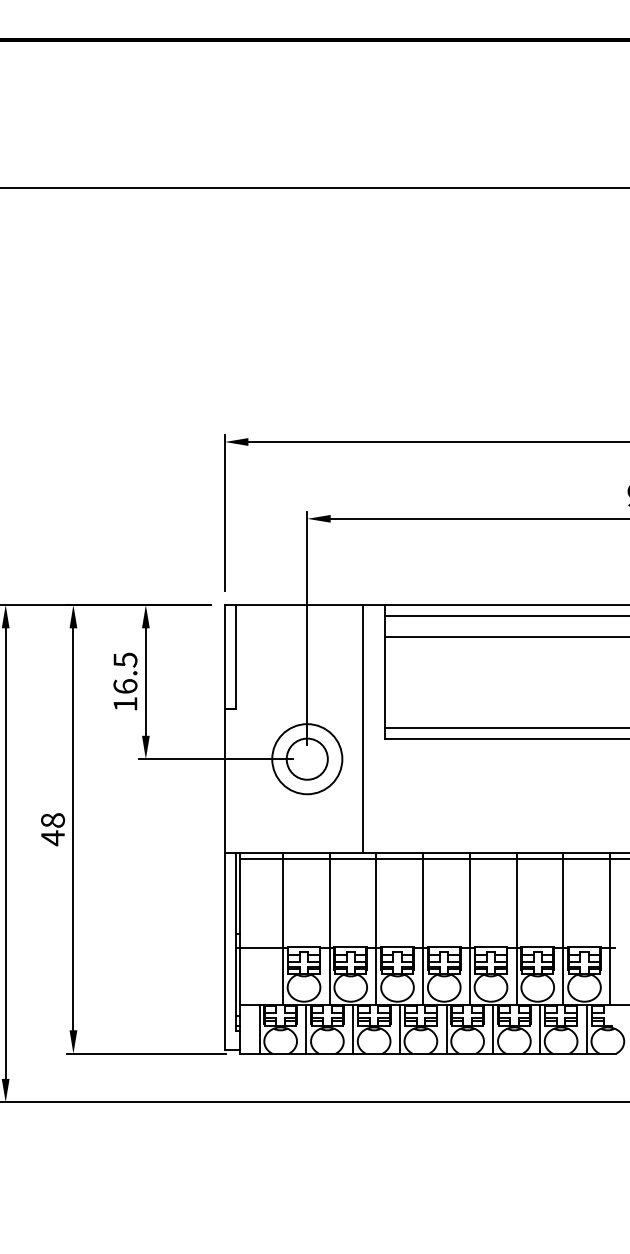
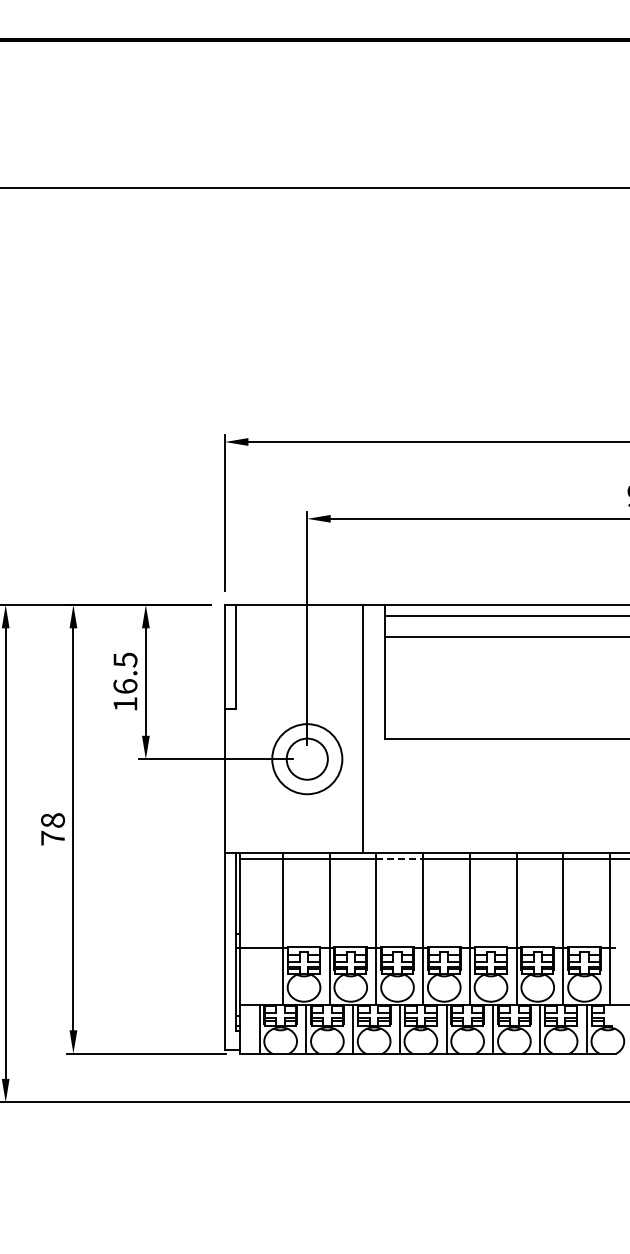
line at (505, 727): present -> none
text at (52, 838): 48 -> 78
line at (400, 858): solid -> dashed
